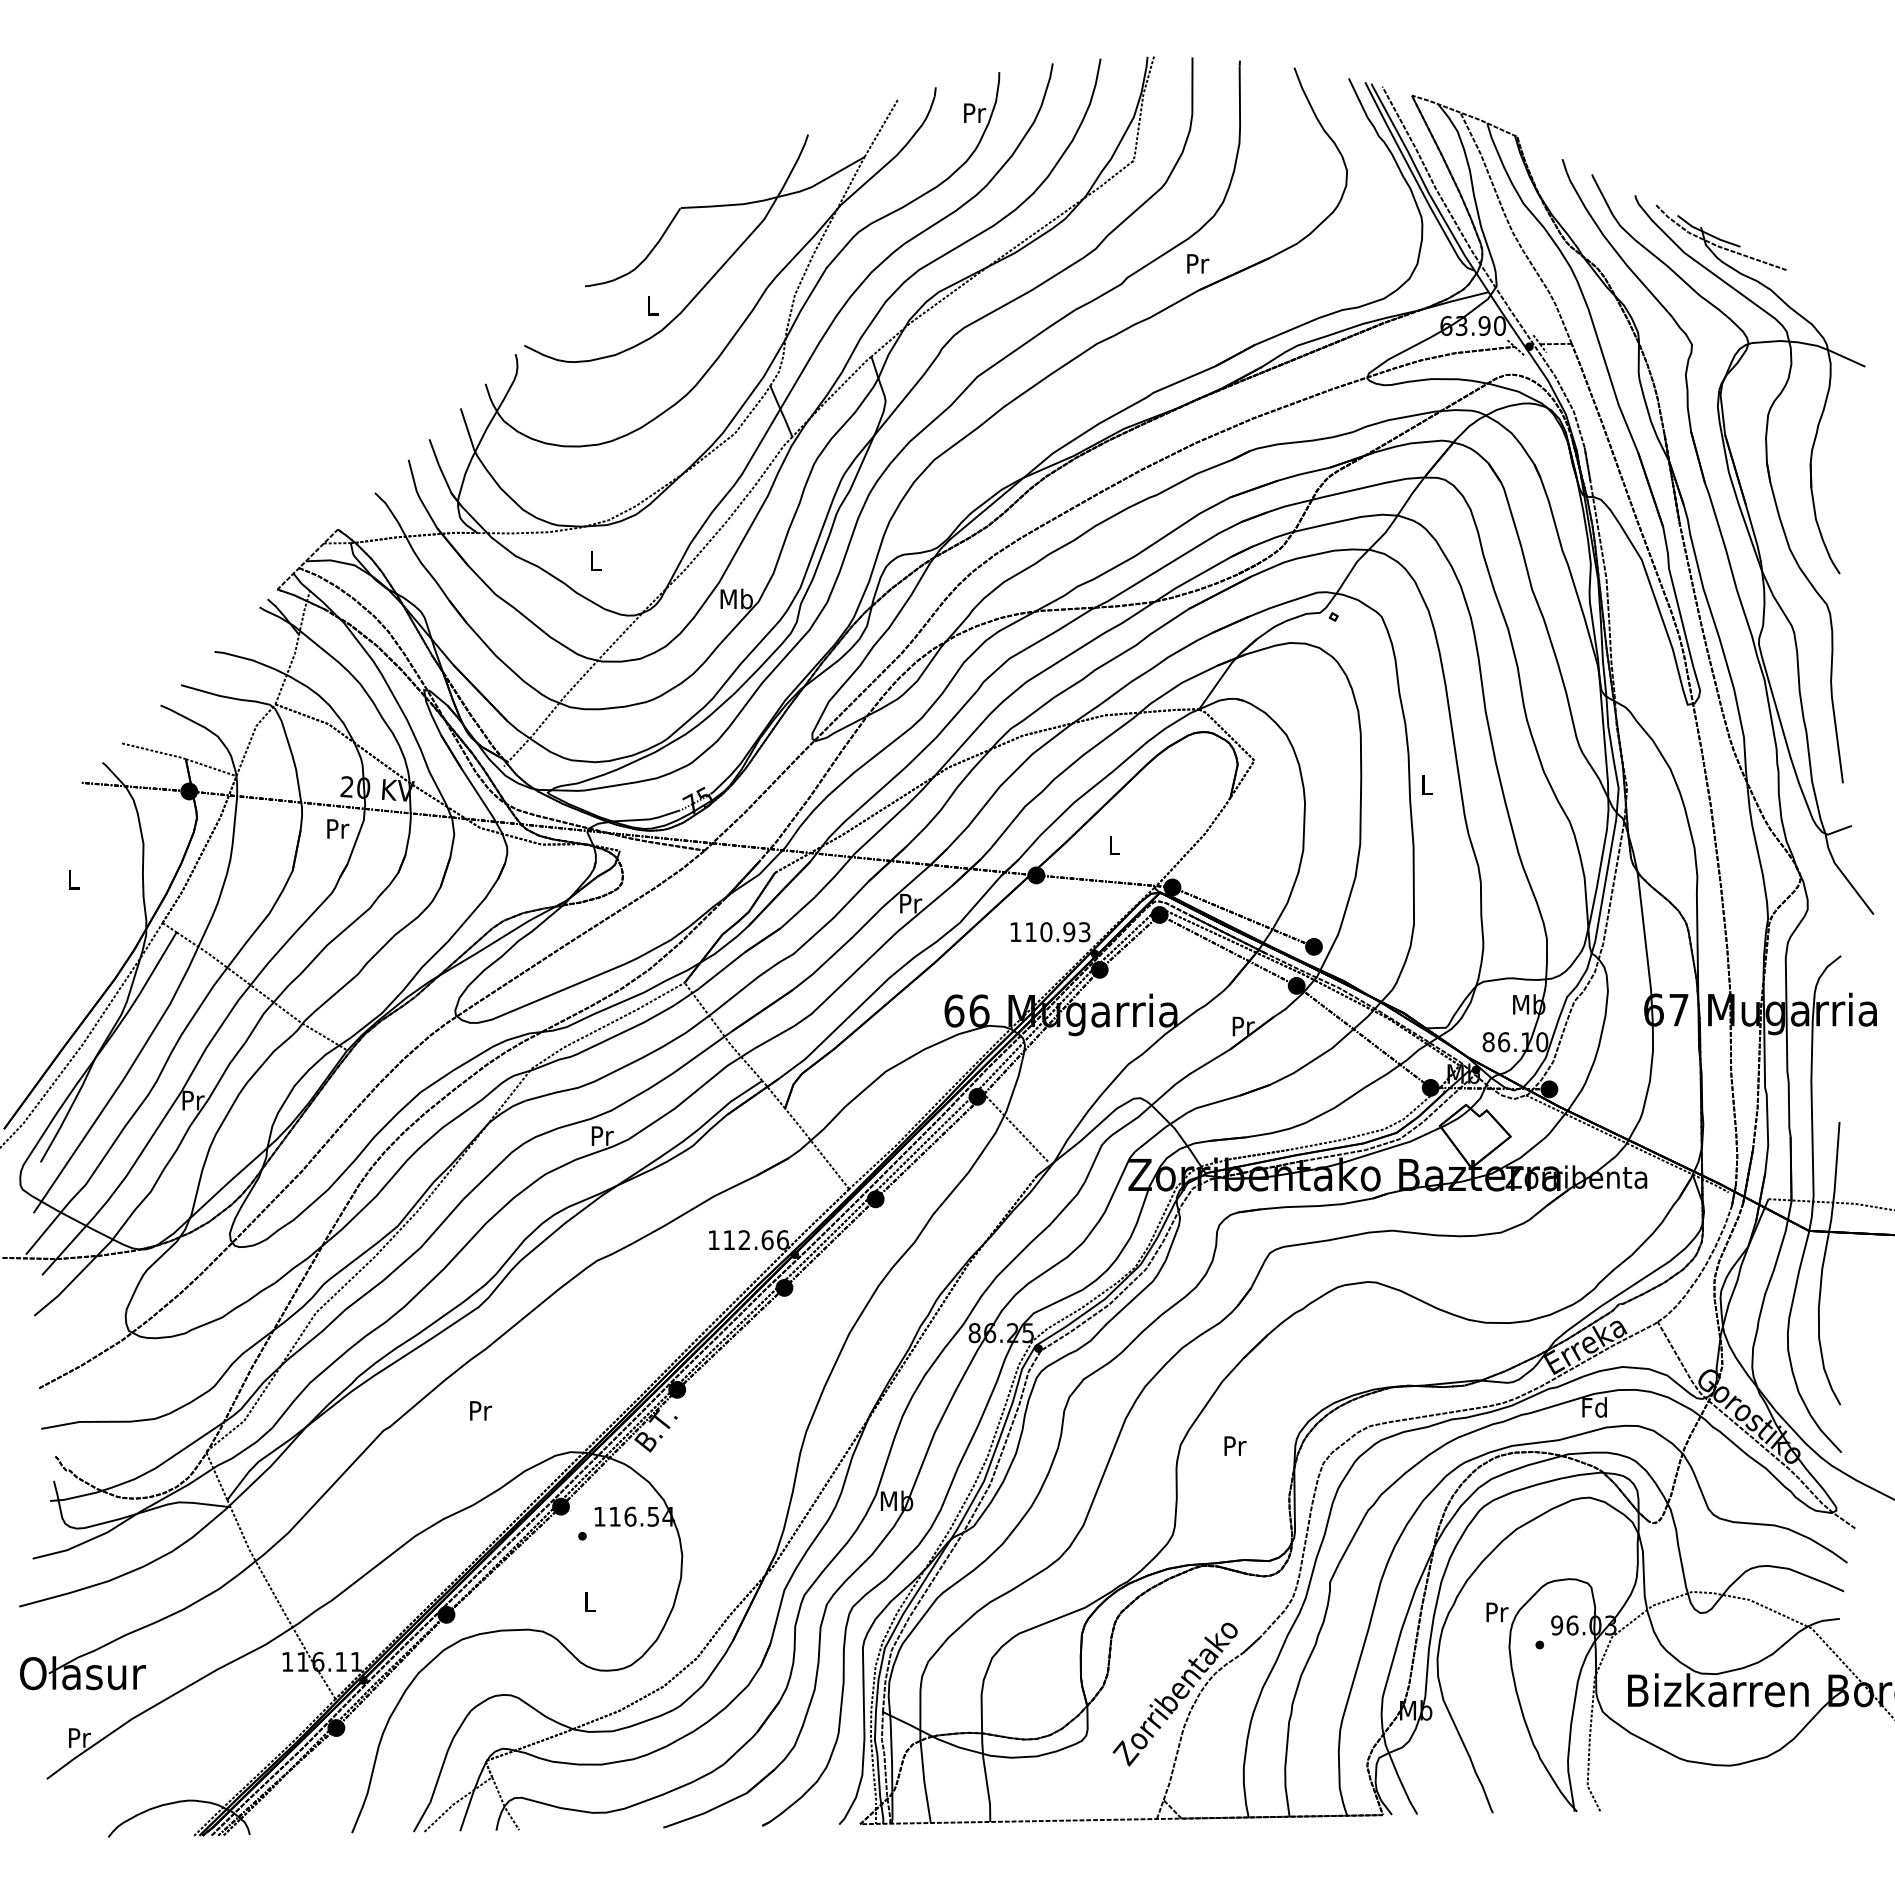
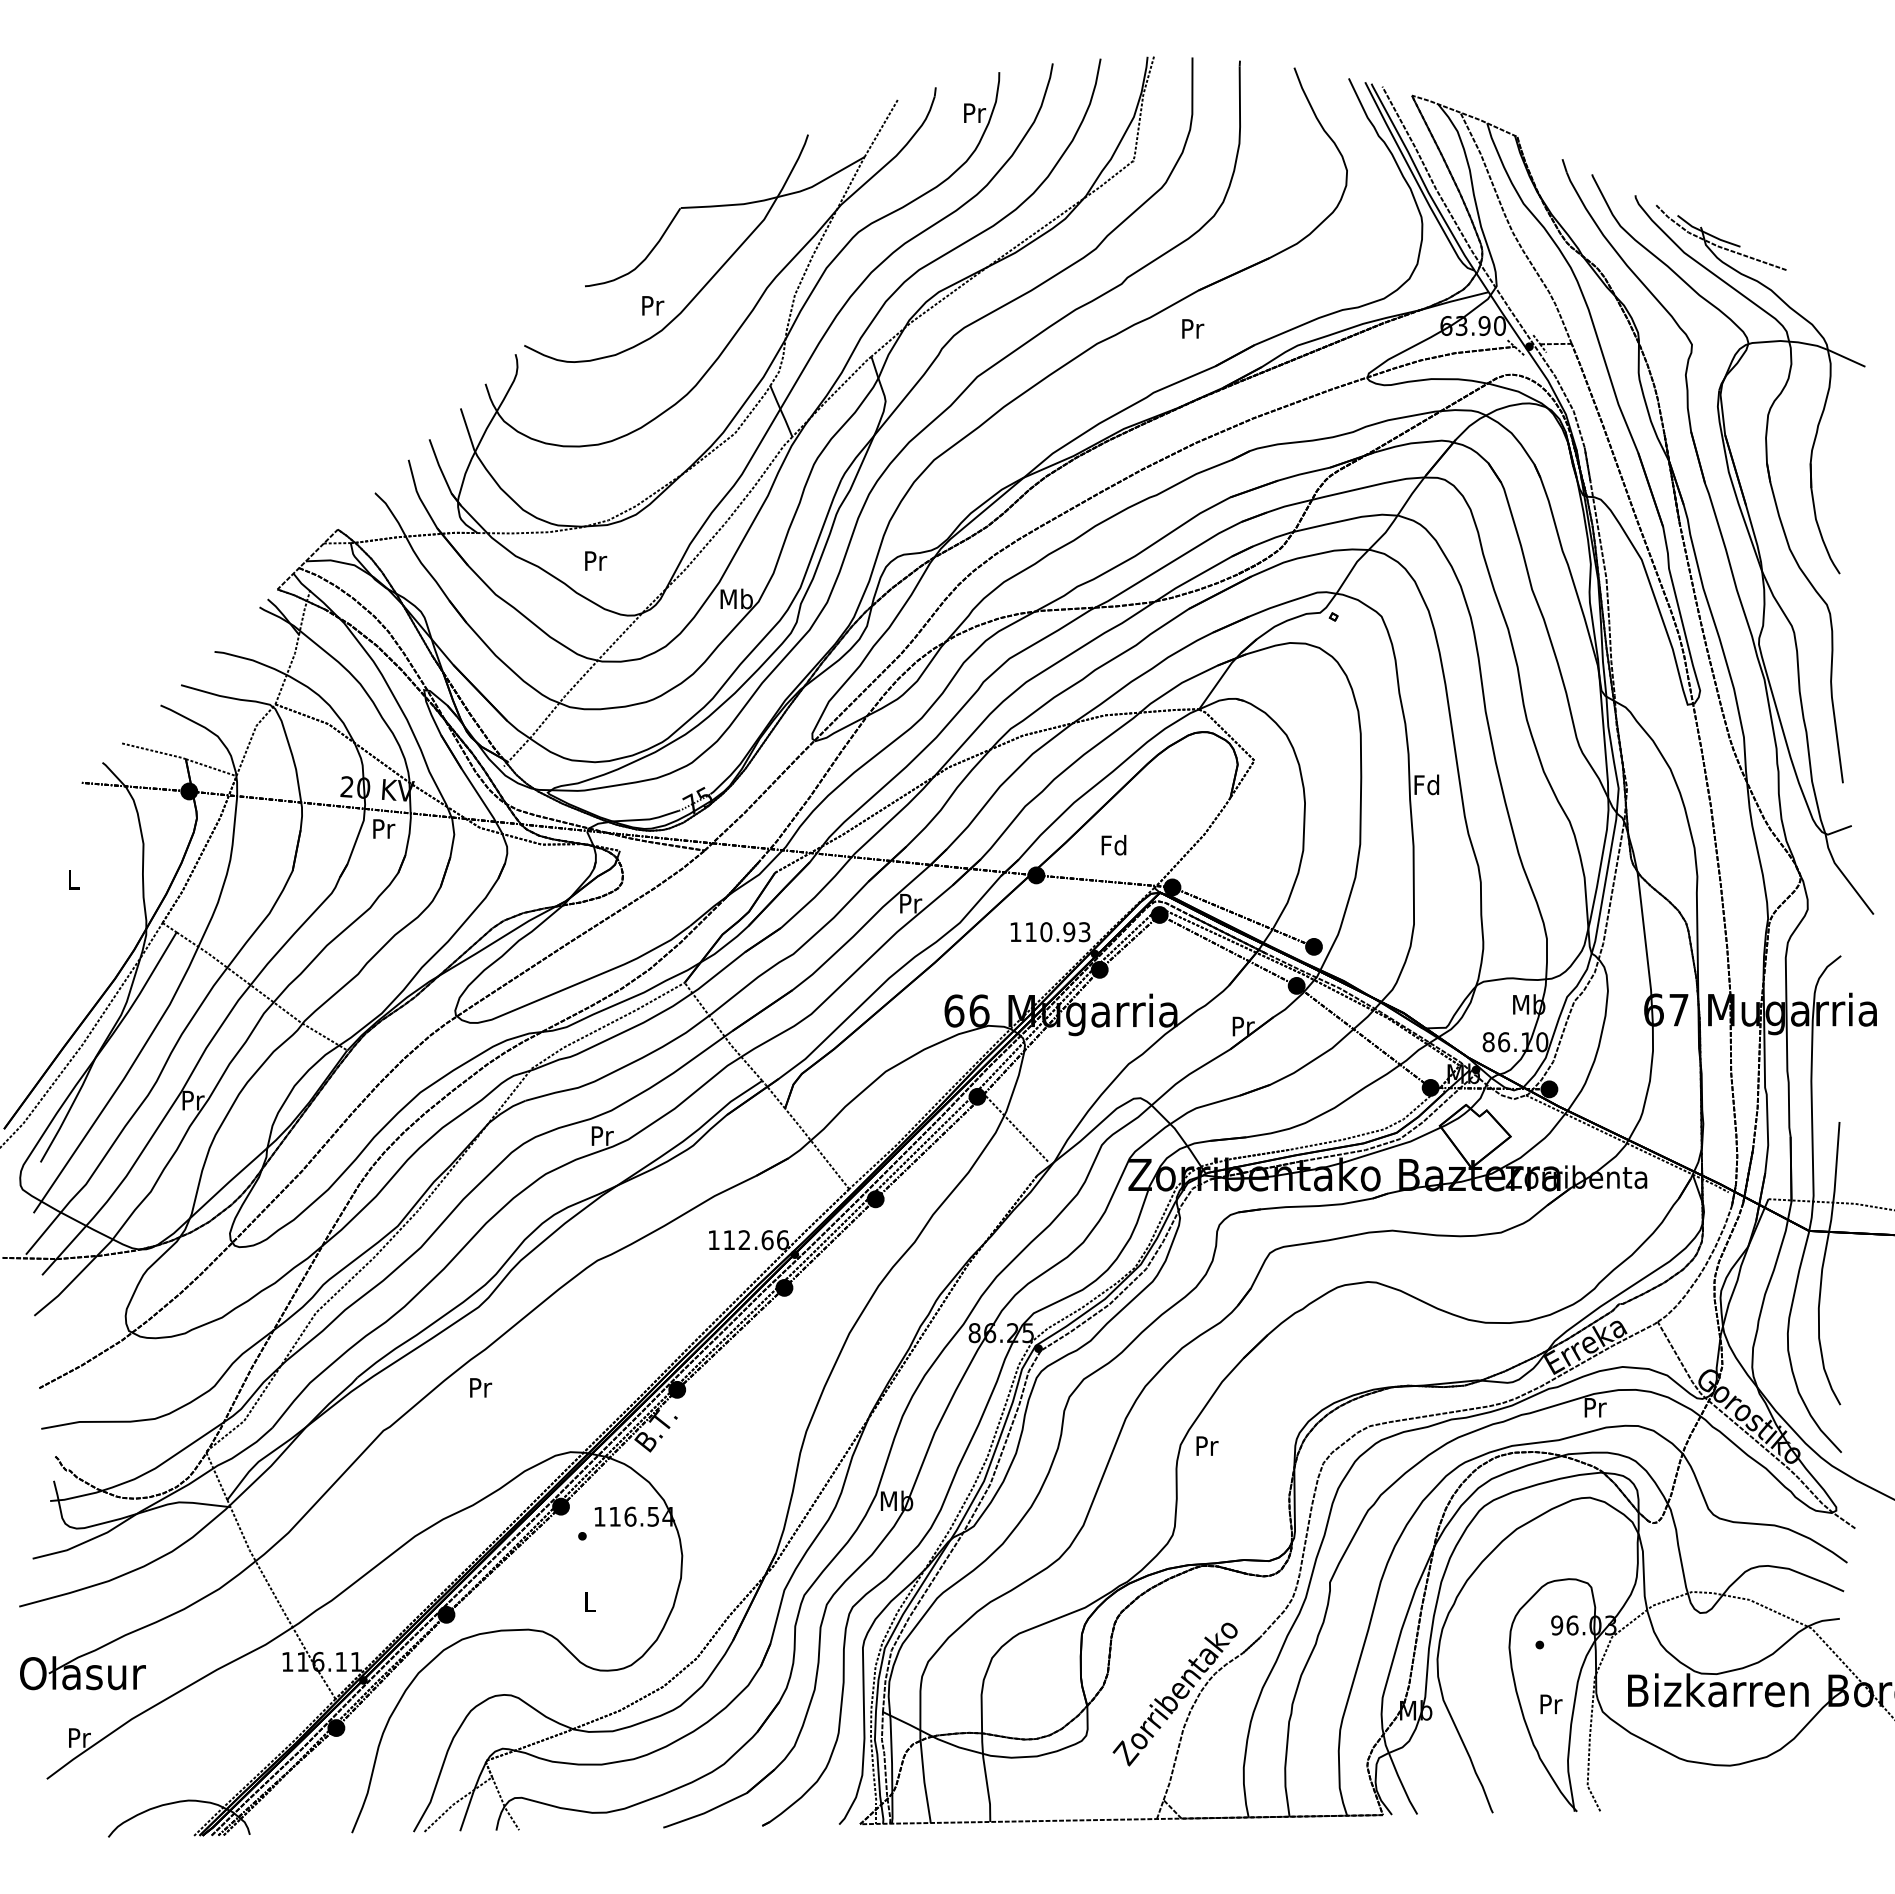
text at (1198, 263) position: (1198, 263) -> (1193, 328)
text at (653, 305): L -> Pr
text at (596, 560): L -> Pr
text at (1426, 784): L -> Fd
text at (338, 828) position: (338, 828) -> (384, 828)
text at (1113, 844): L -> Fd
text at (1594, 1407): Fd -> Pr
text at (481, 1410) position: (481, 1410) -> (481, 1387)
text at (1235, 1445) position: (1235, 1445) -> (1207, 1445)
text at (1497, 1612) position: (1497, 1612) -> (1551, 1704)
